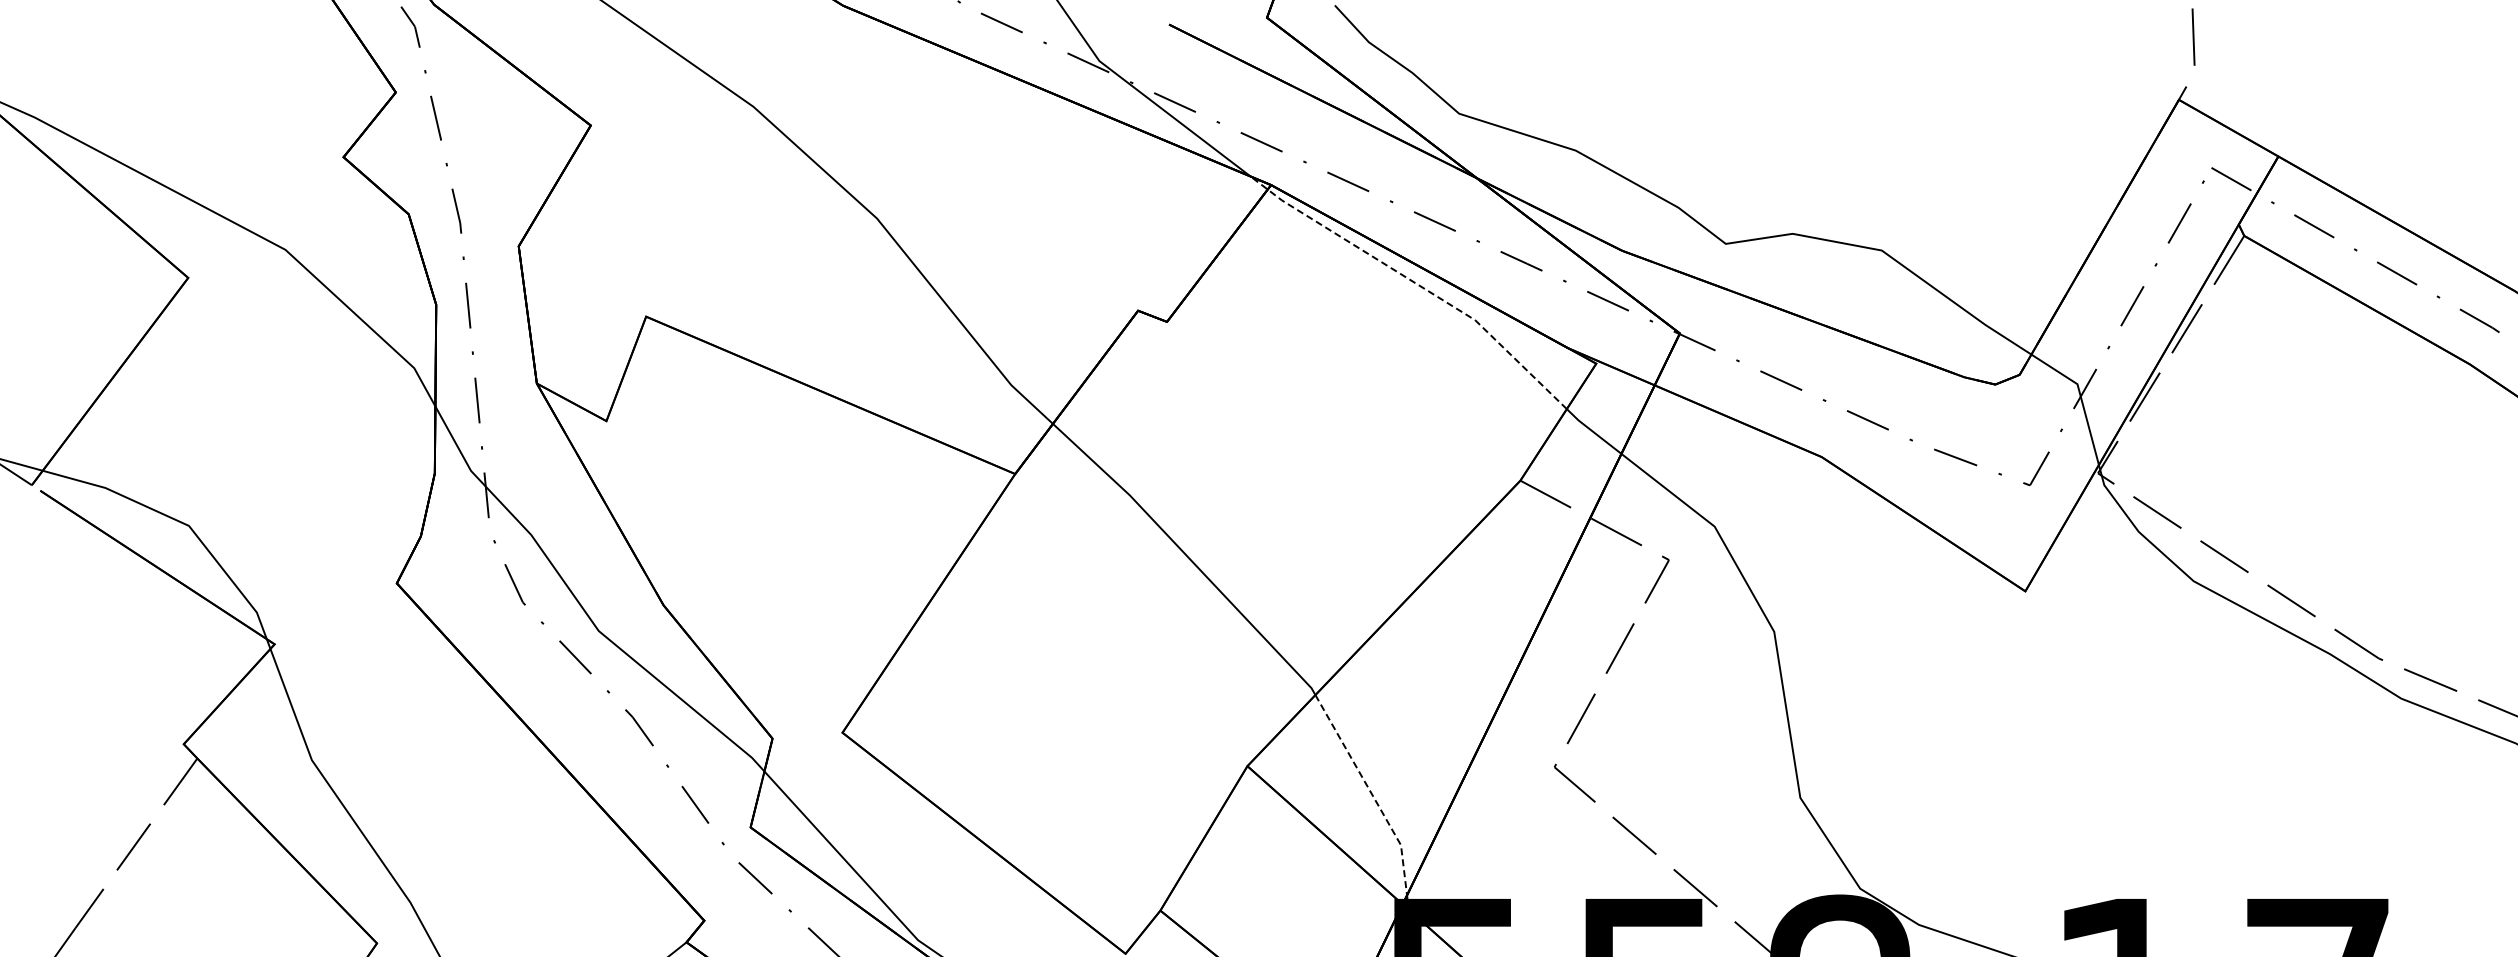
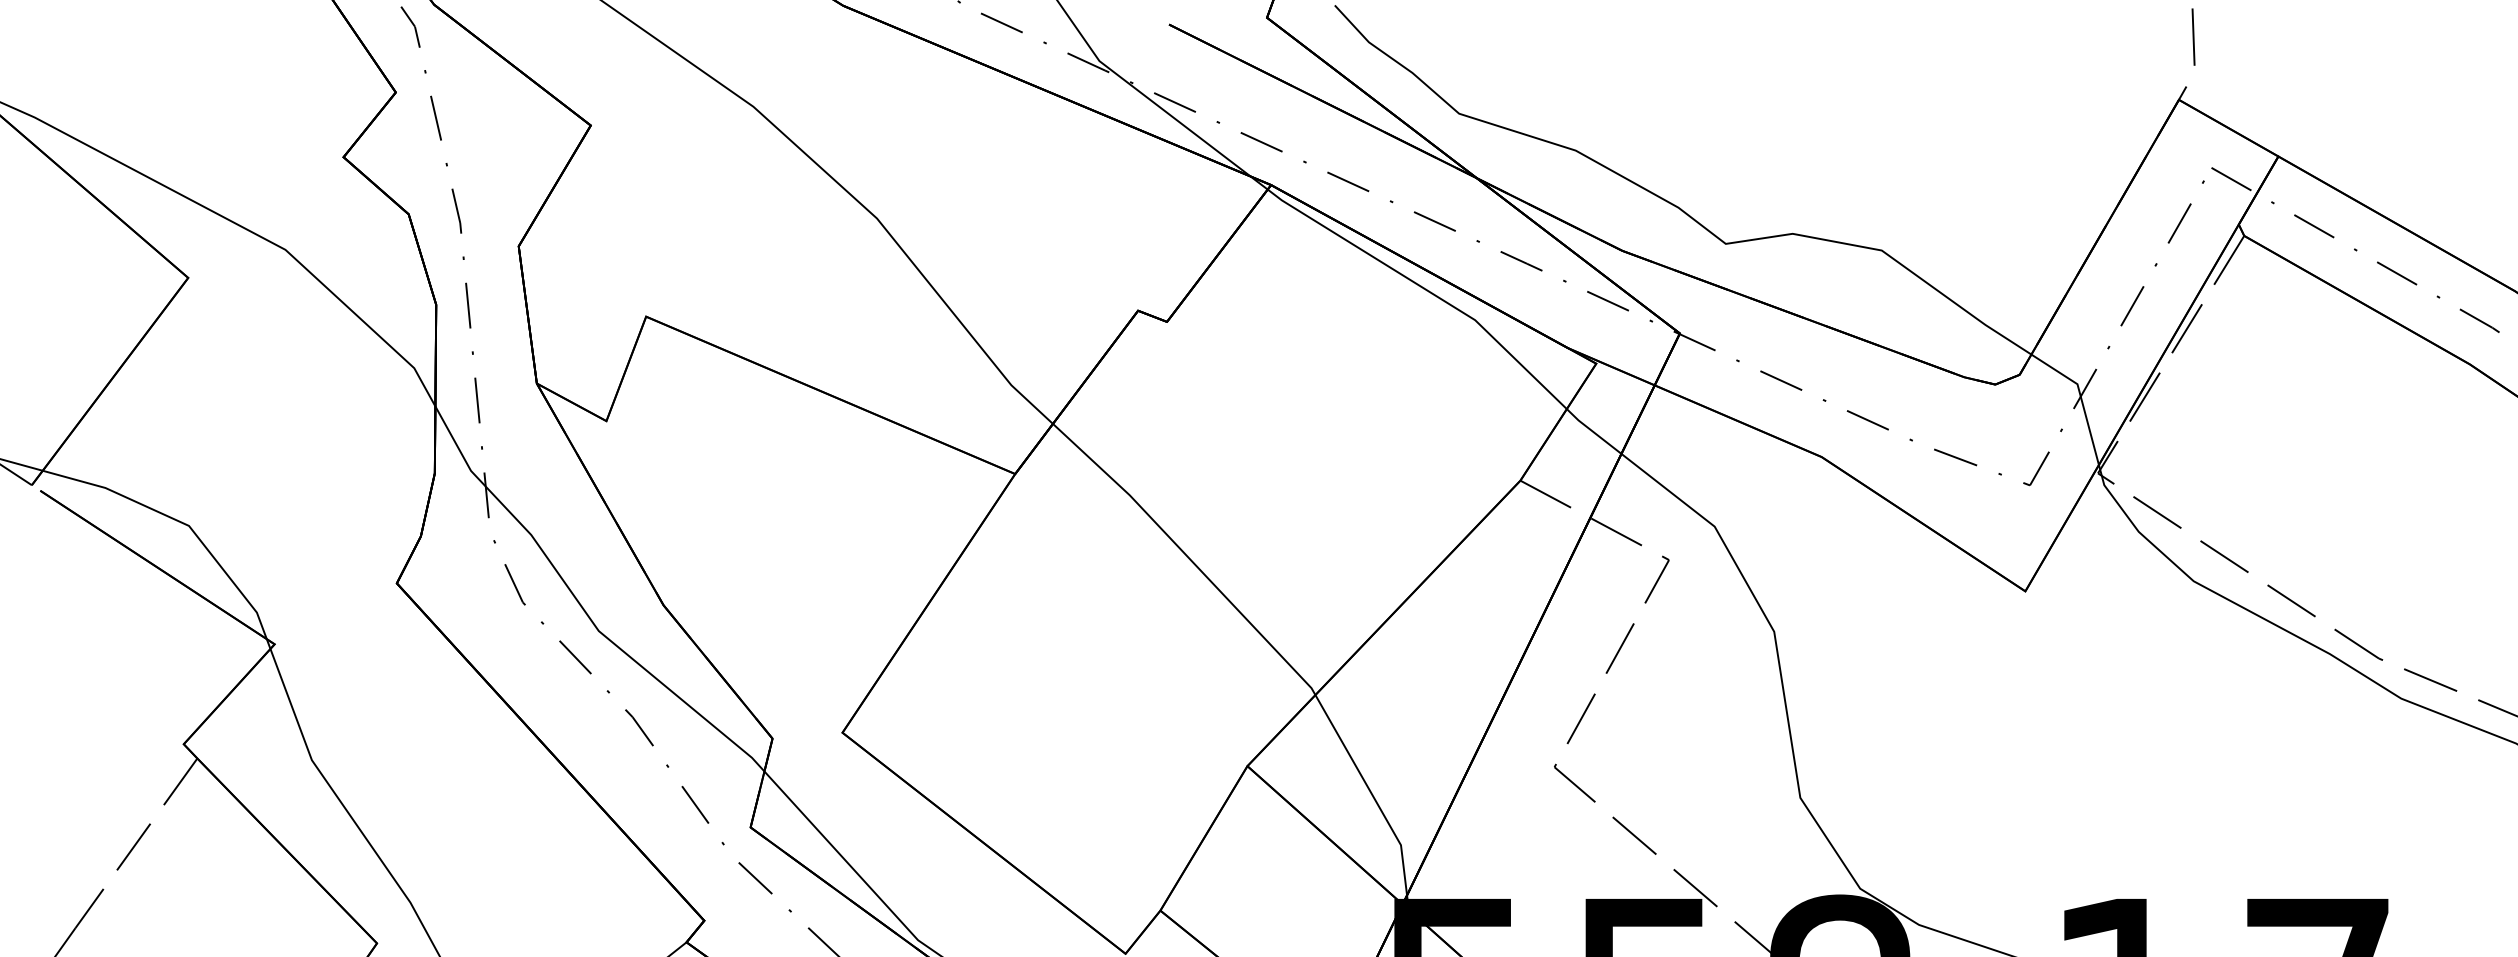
line at (1415, 283): dashed -> solid
line at (1374, 799): dashed -> solid
